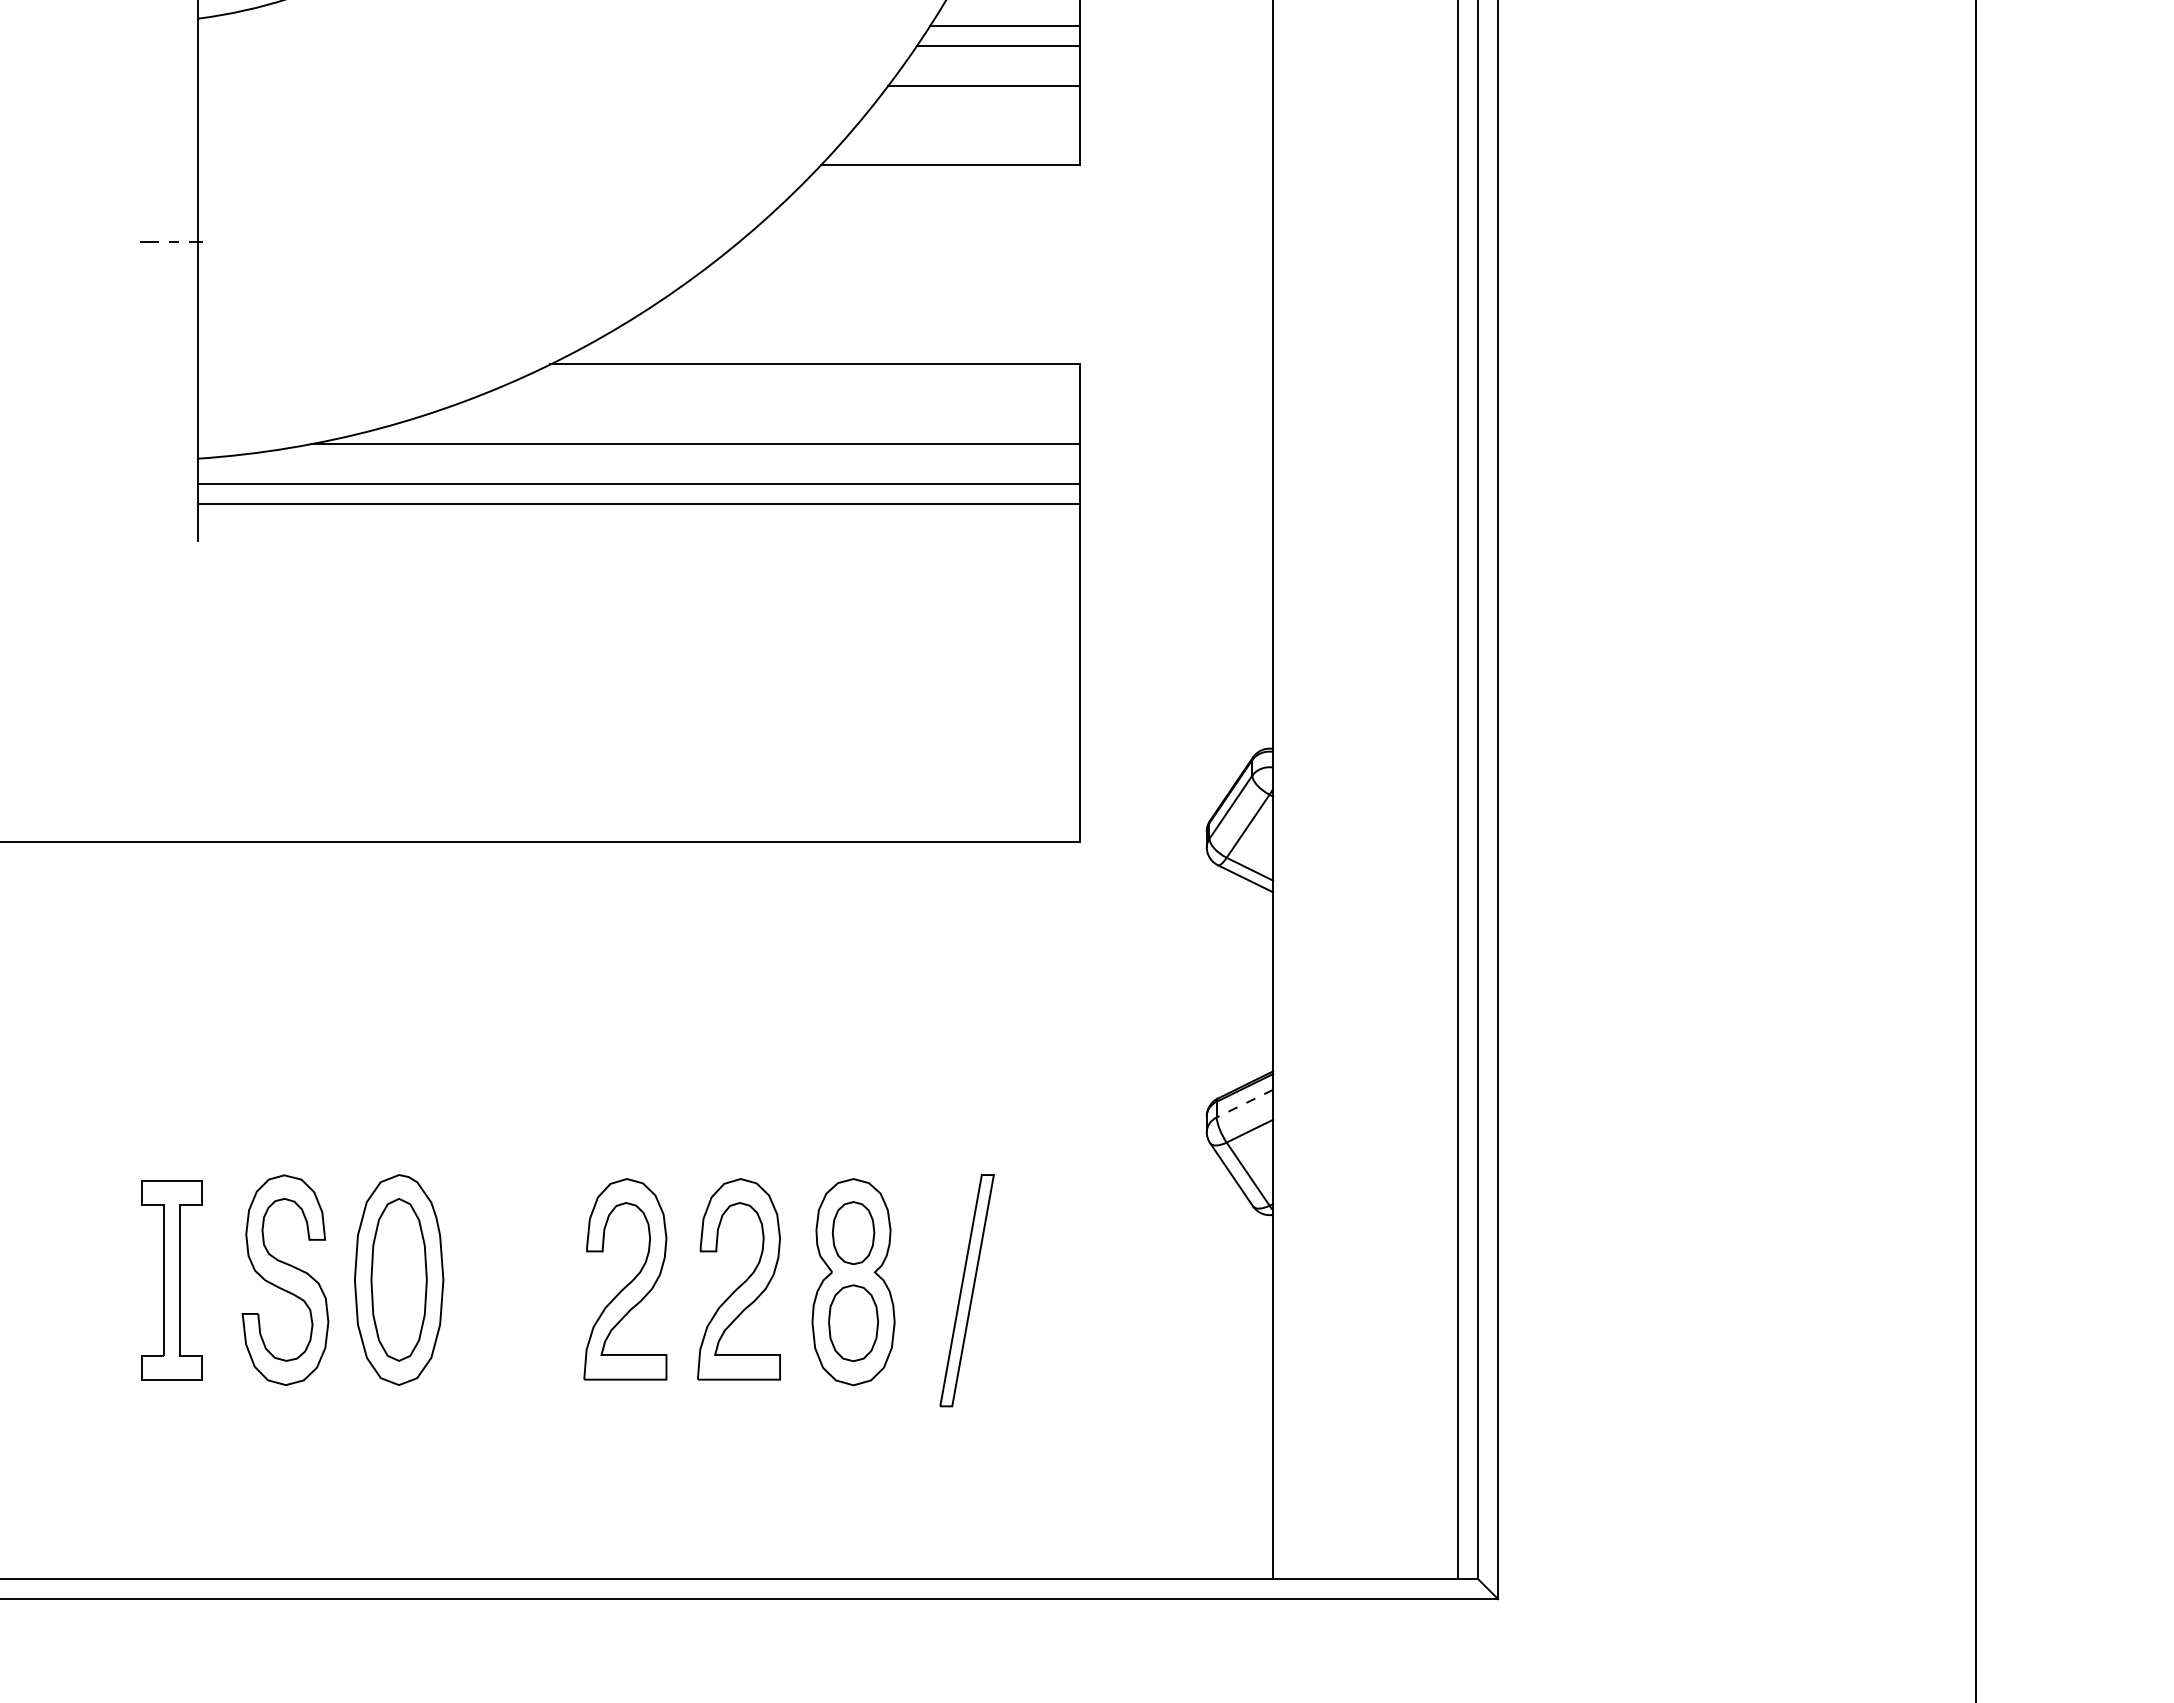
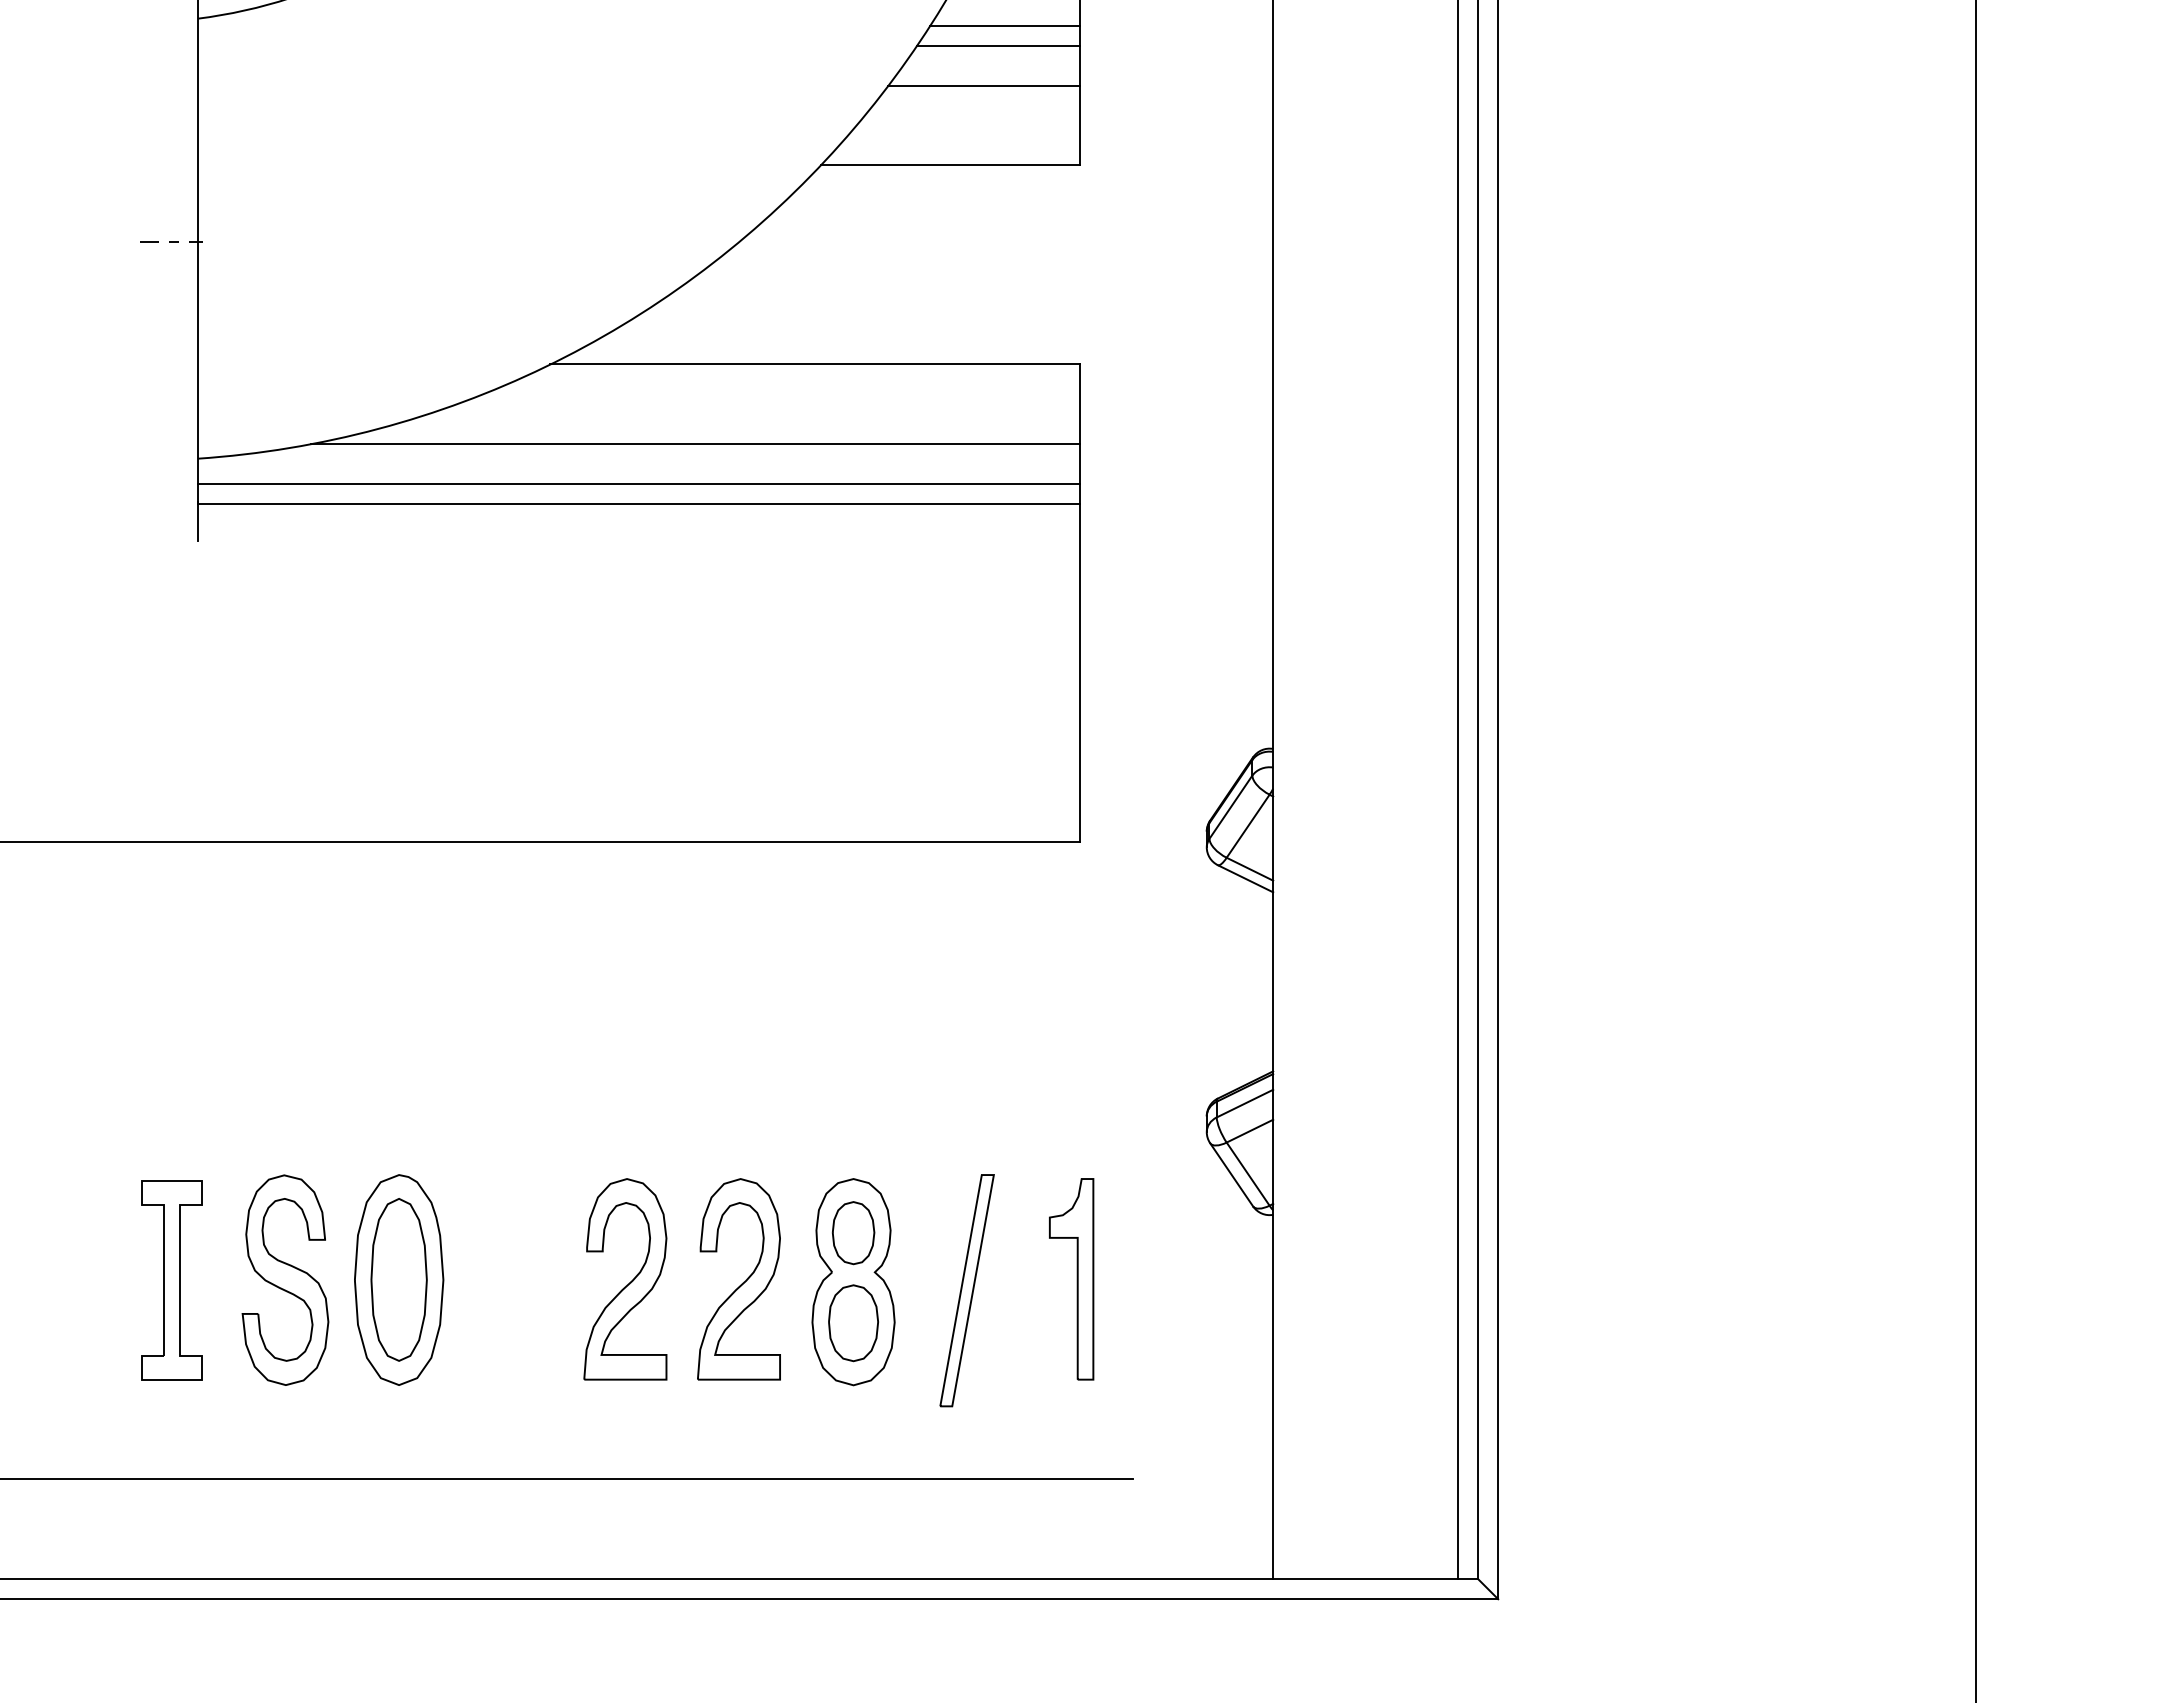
line at (1244, 1103): dashed -> solid
part at (1071, 1279): none -> present
line at (567, 1479): none -> present
